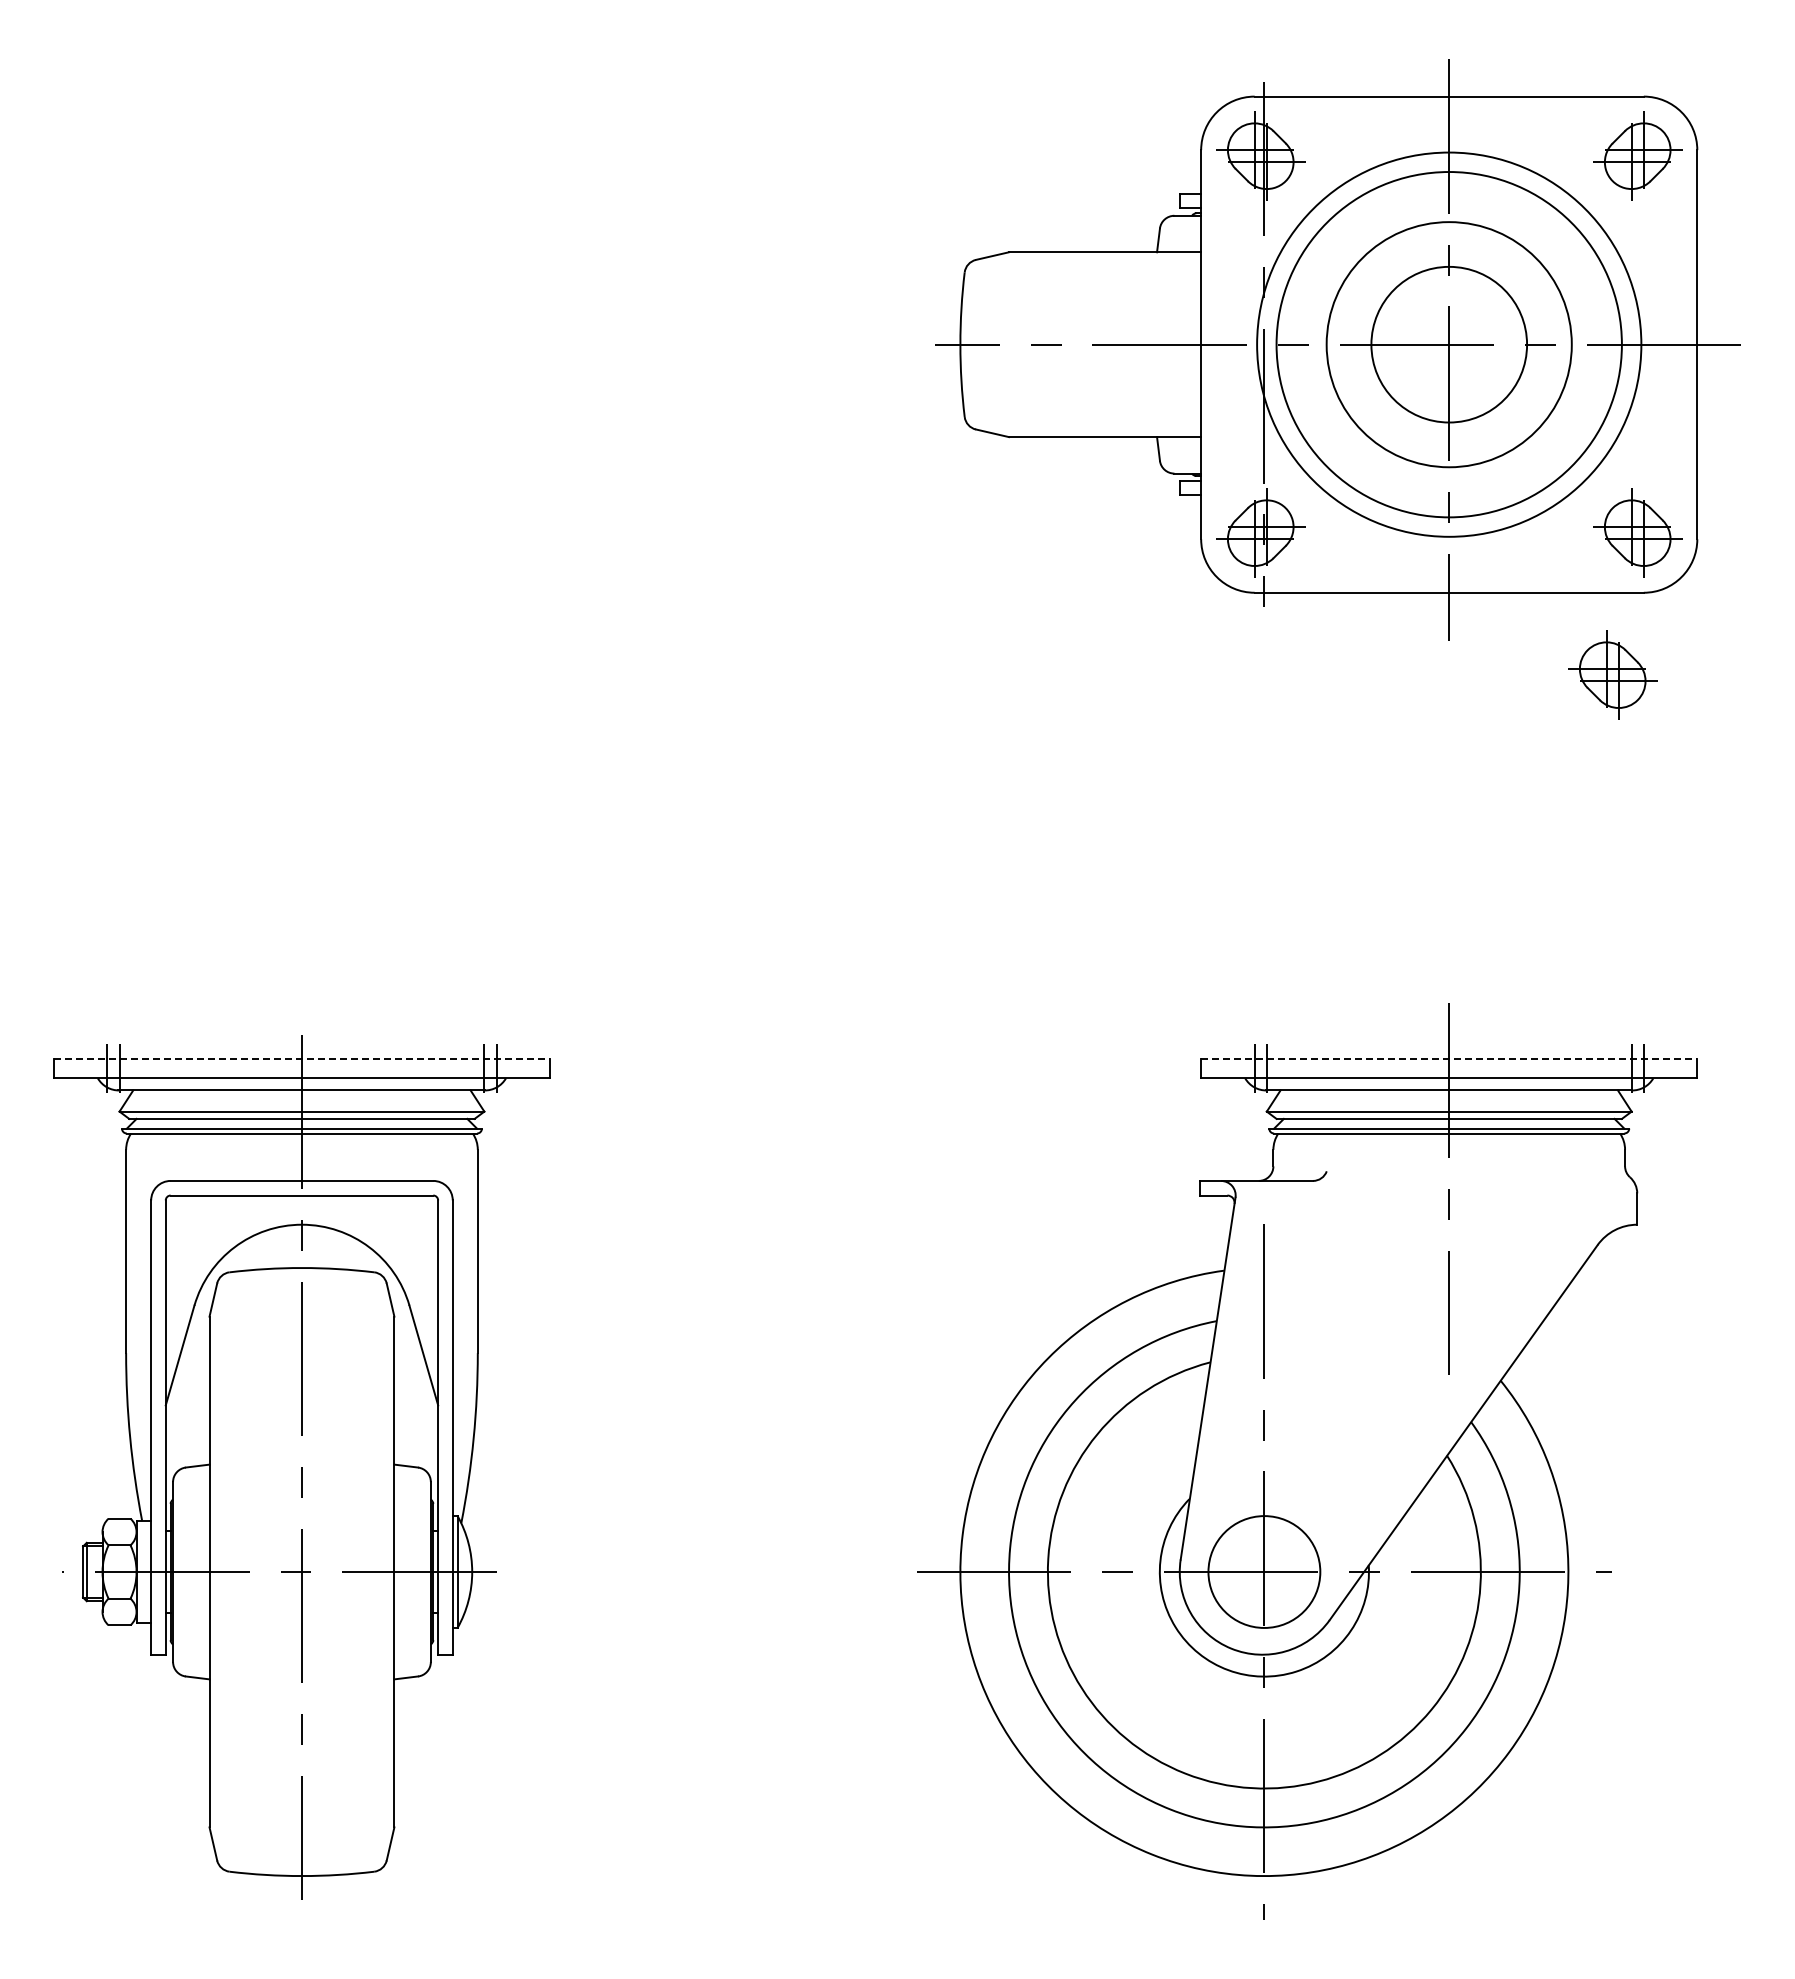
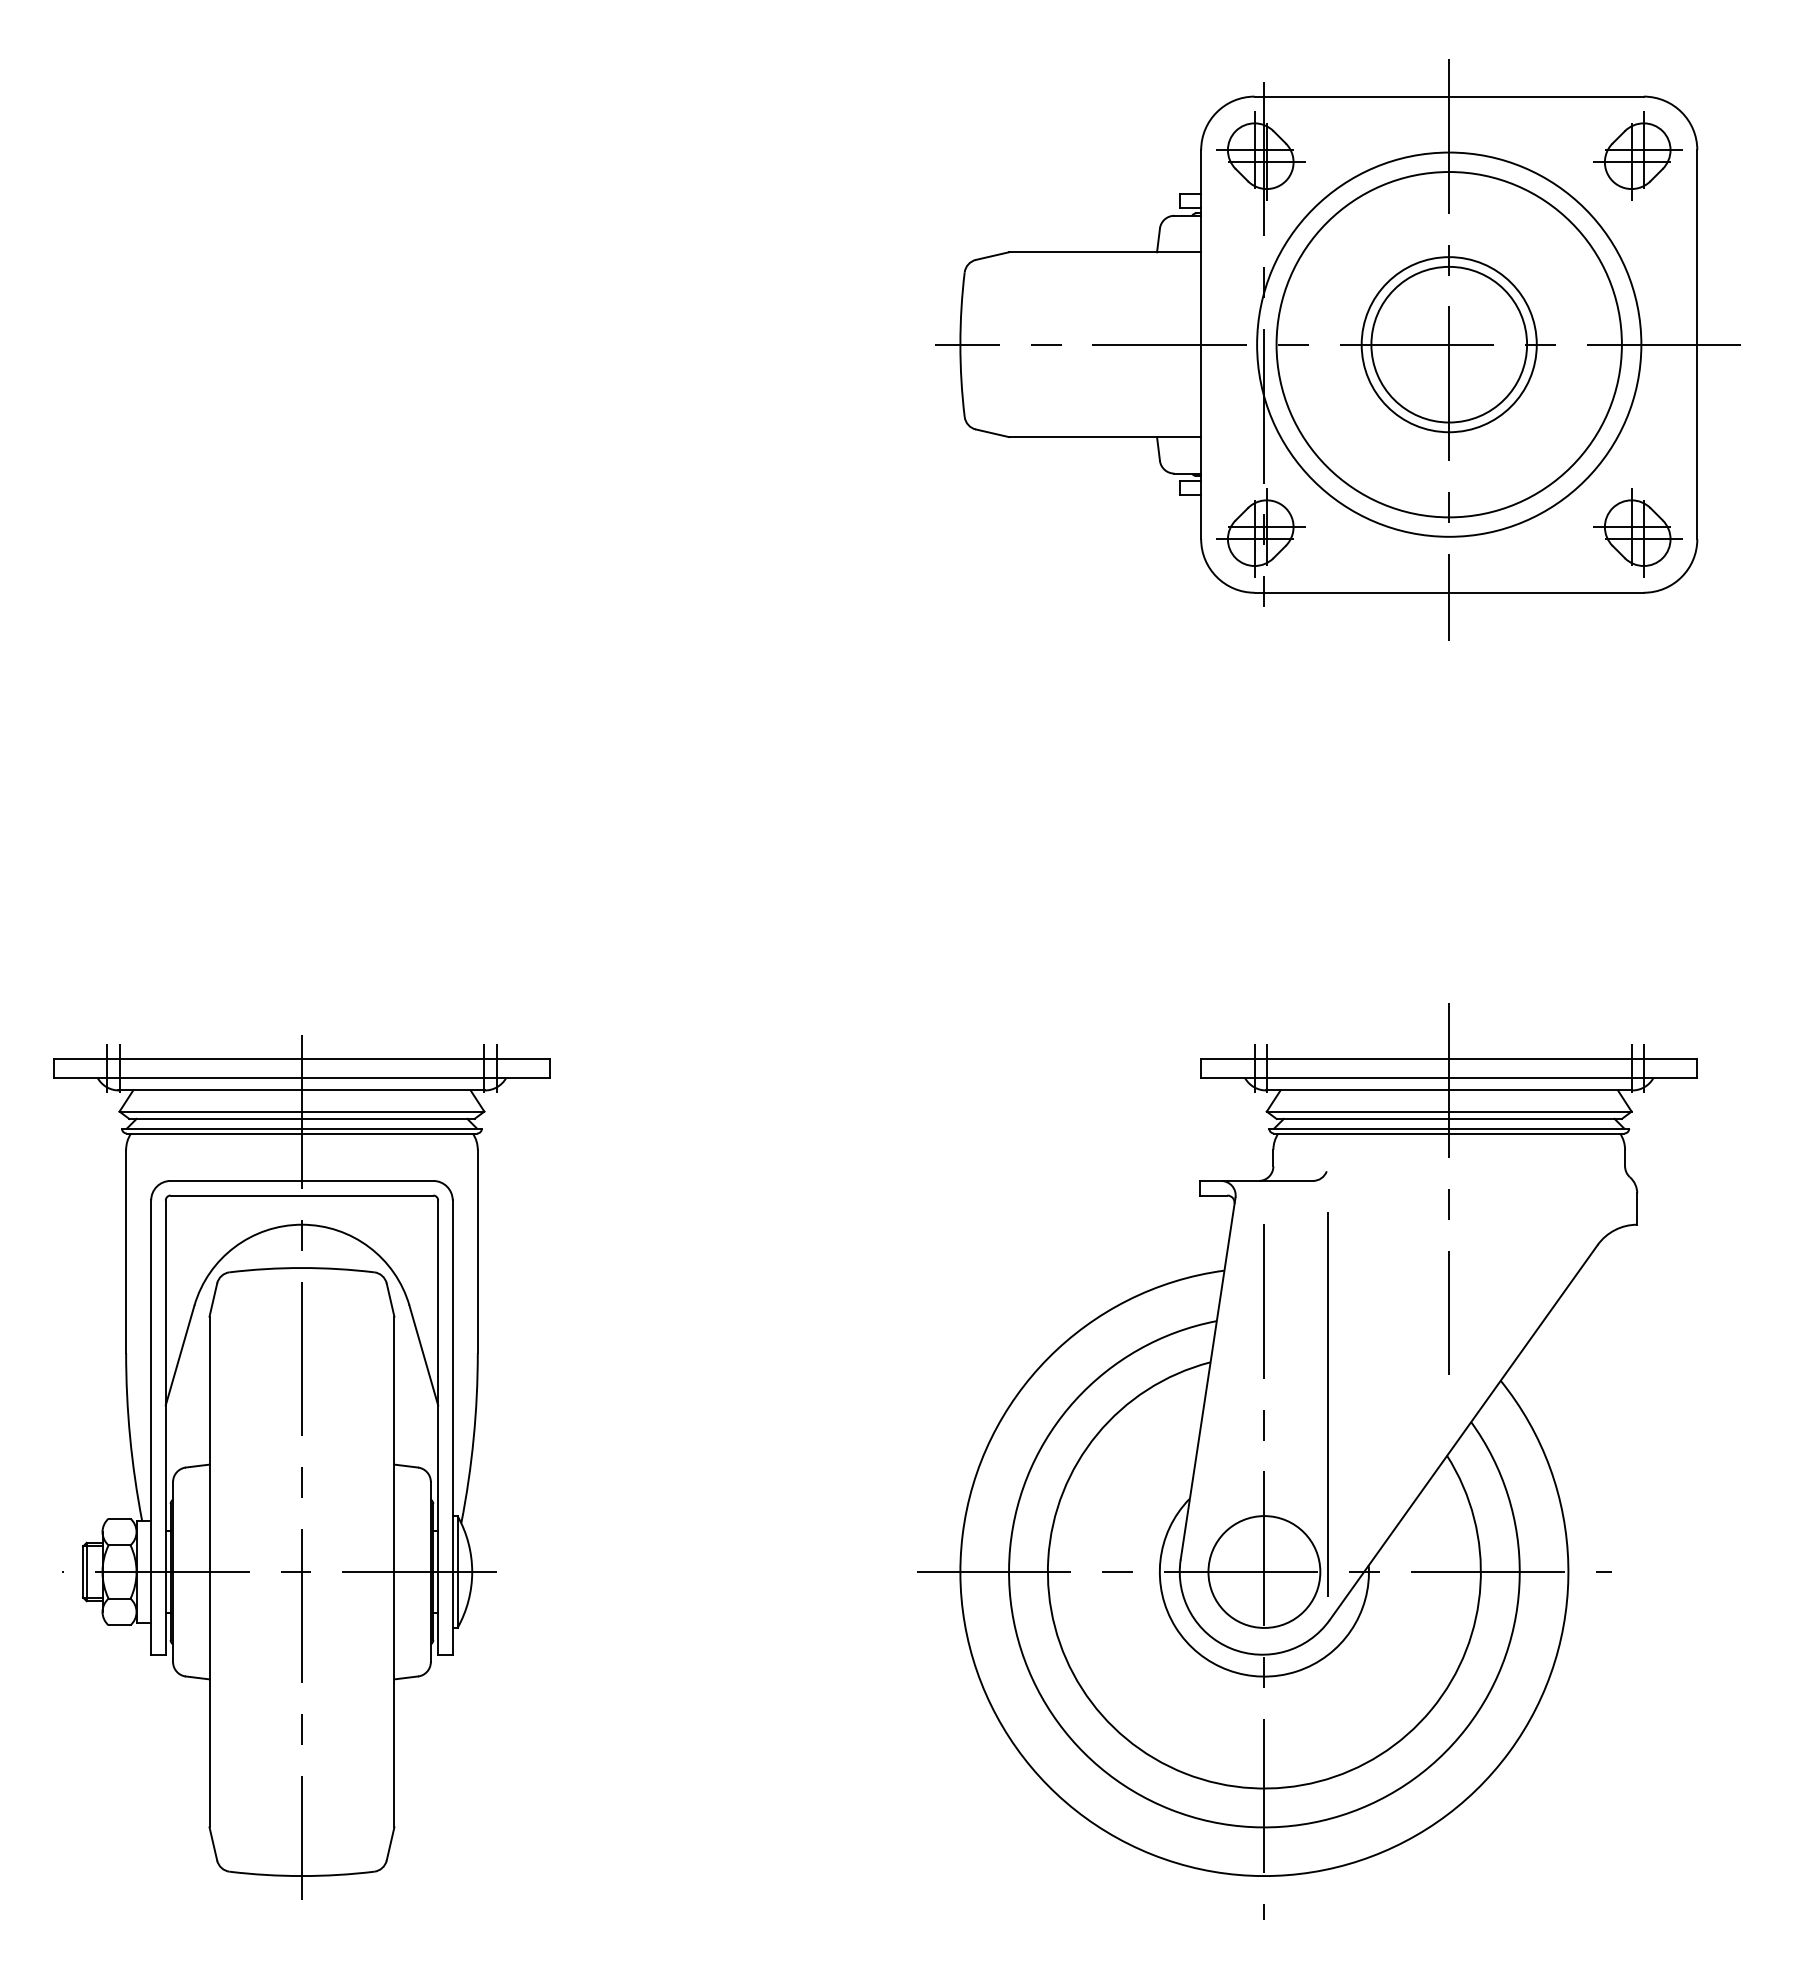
circle at (1448, 344) diameter: 245 px -> 175 px
part at (1612, 674): present -> none
line at (302, 1058): dashed -> solid
line at (1449, 1058): dashed -> solid
line at (1328, 1404): none -> present
